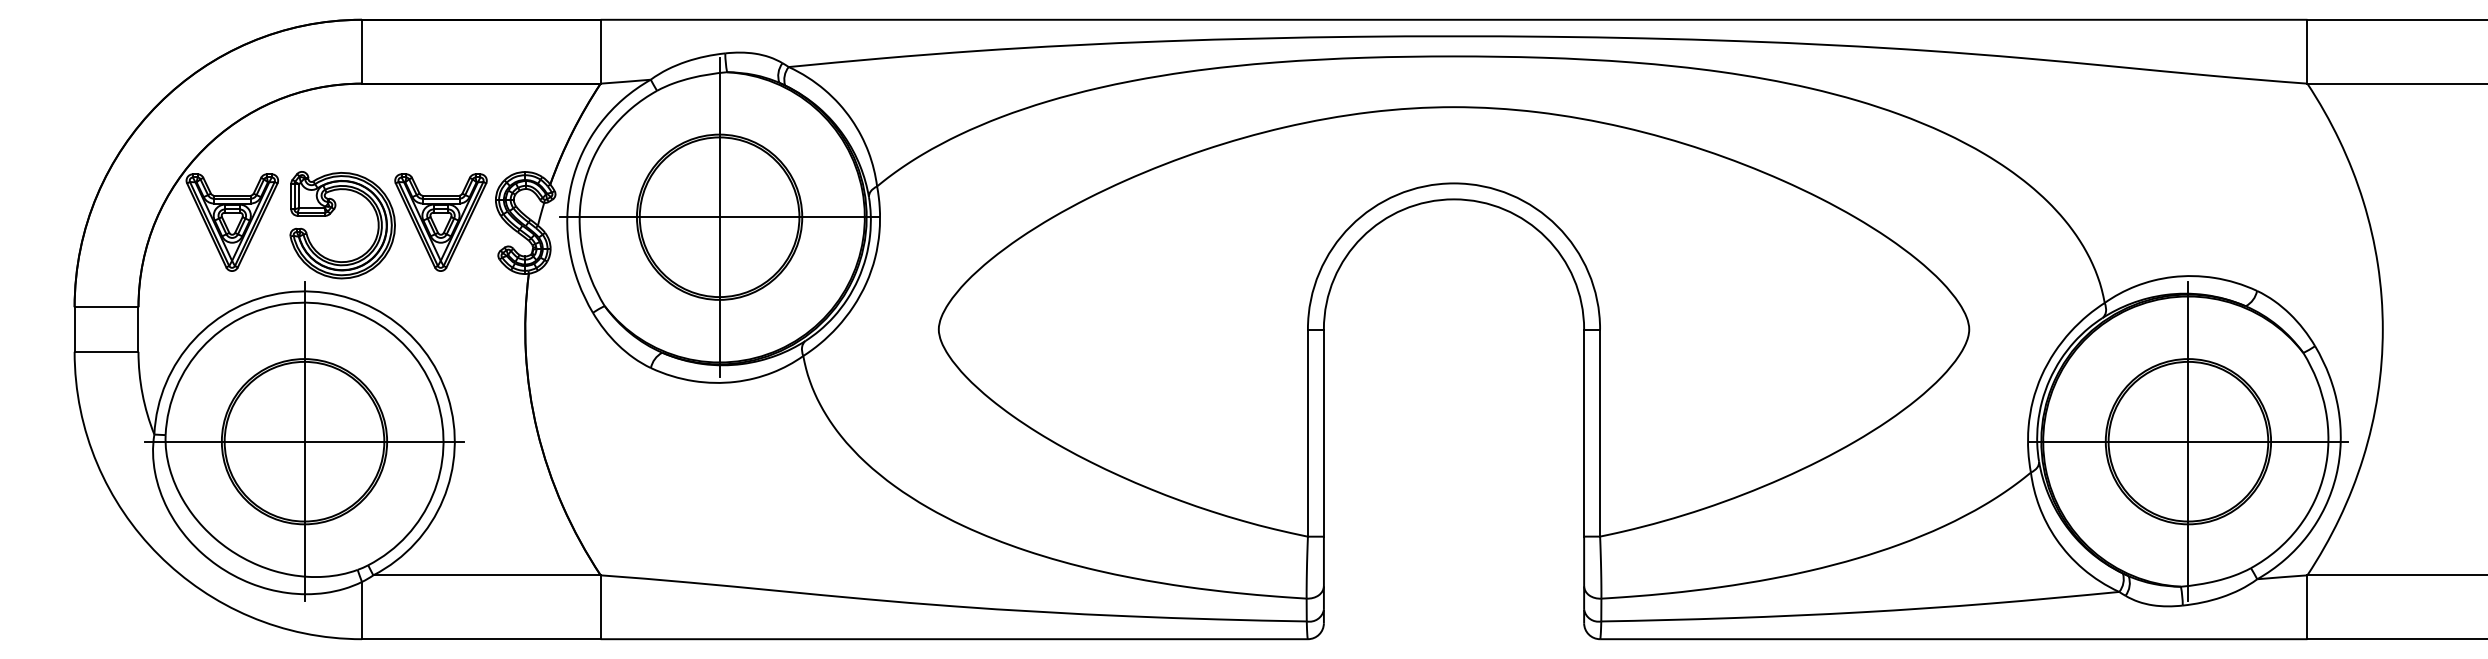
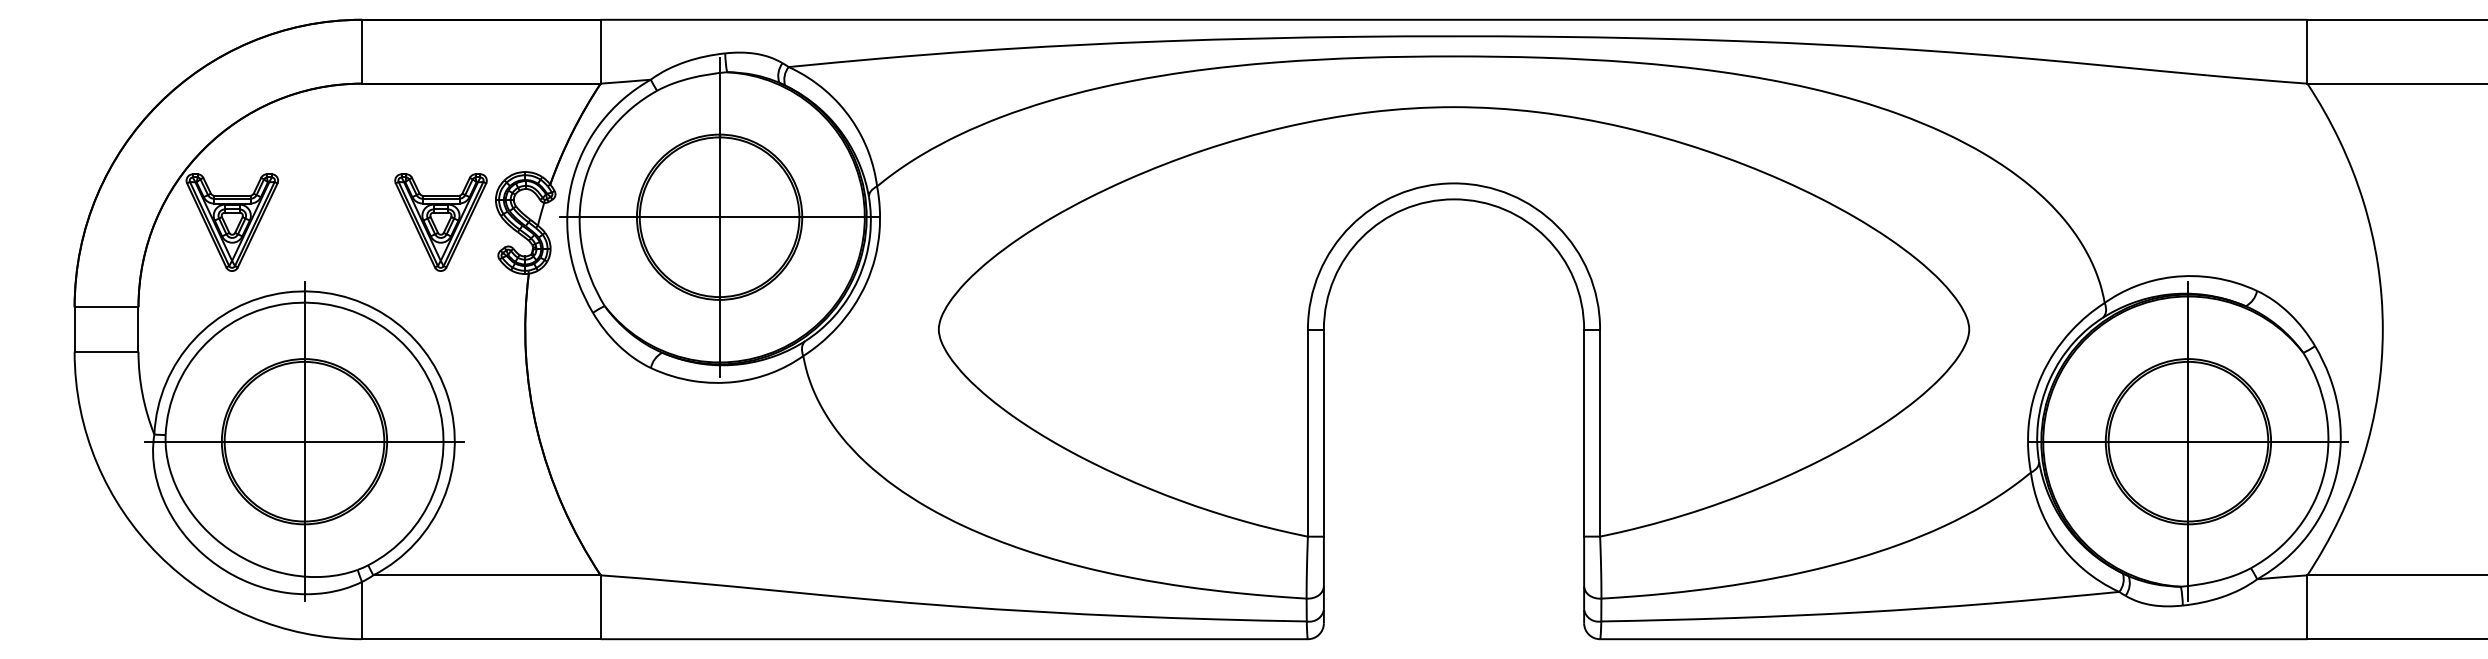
part at (331, 213): present -> none
